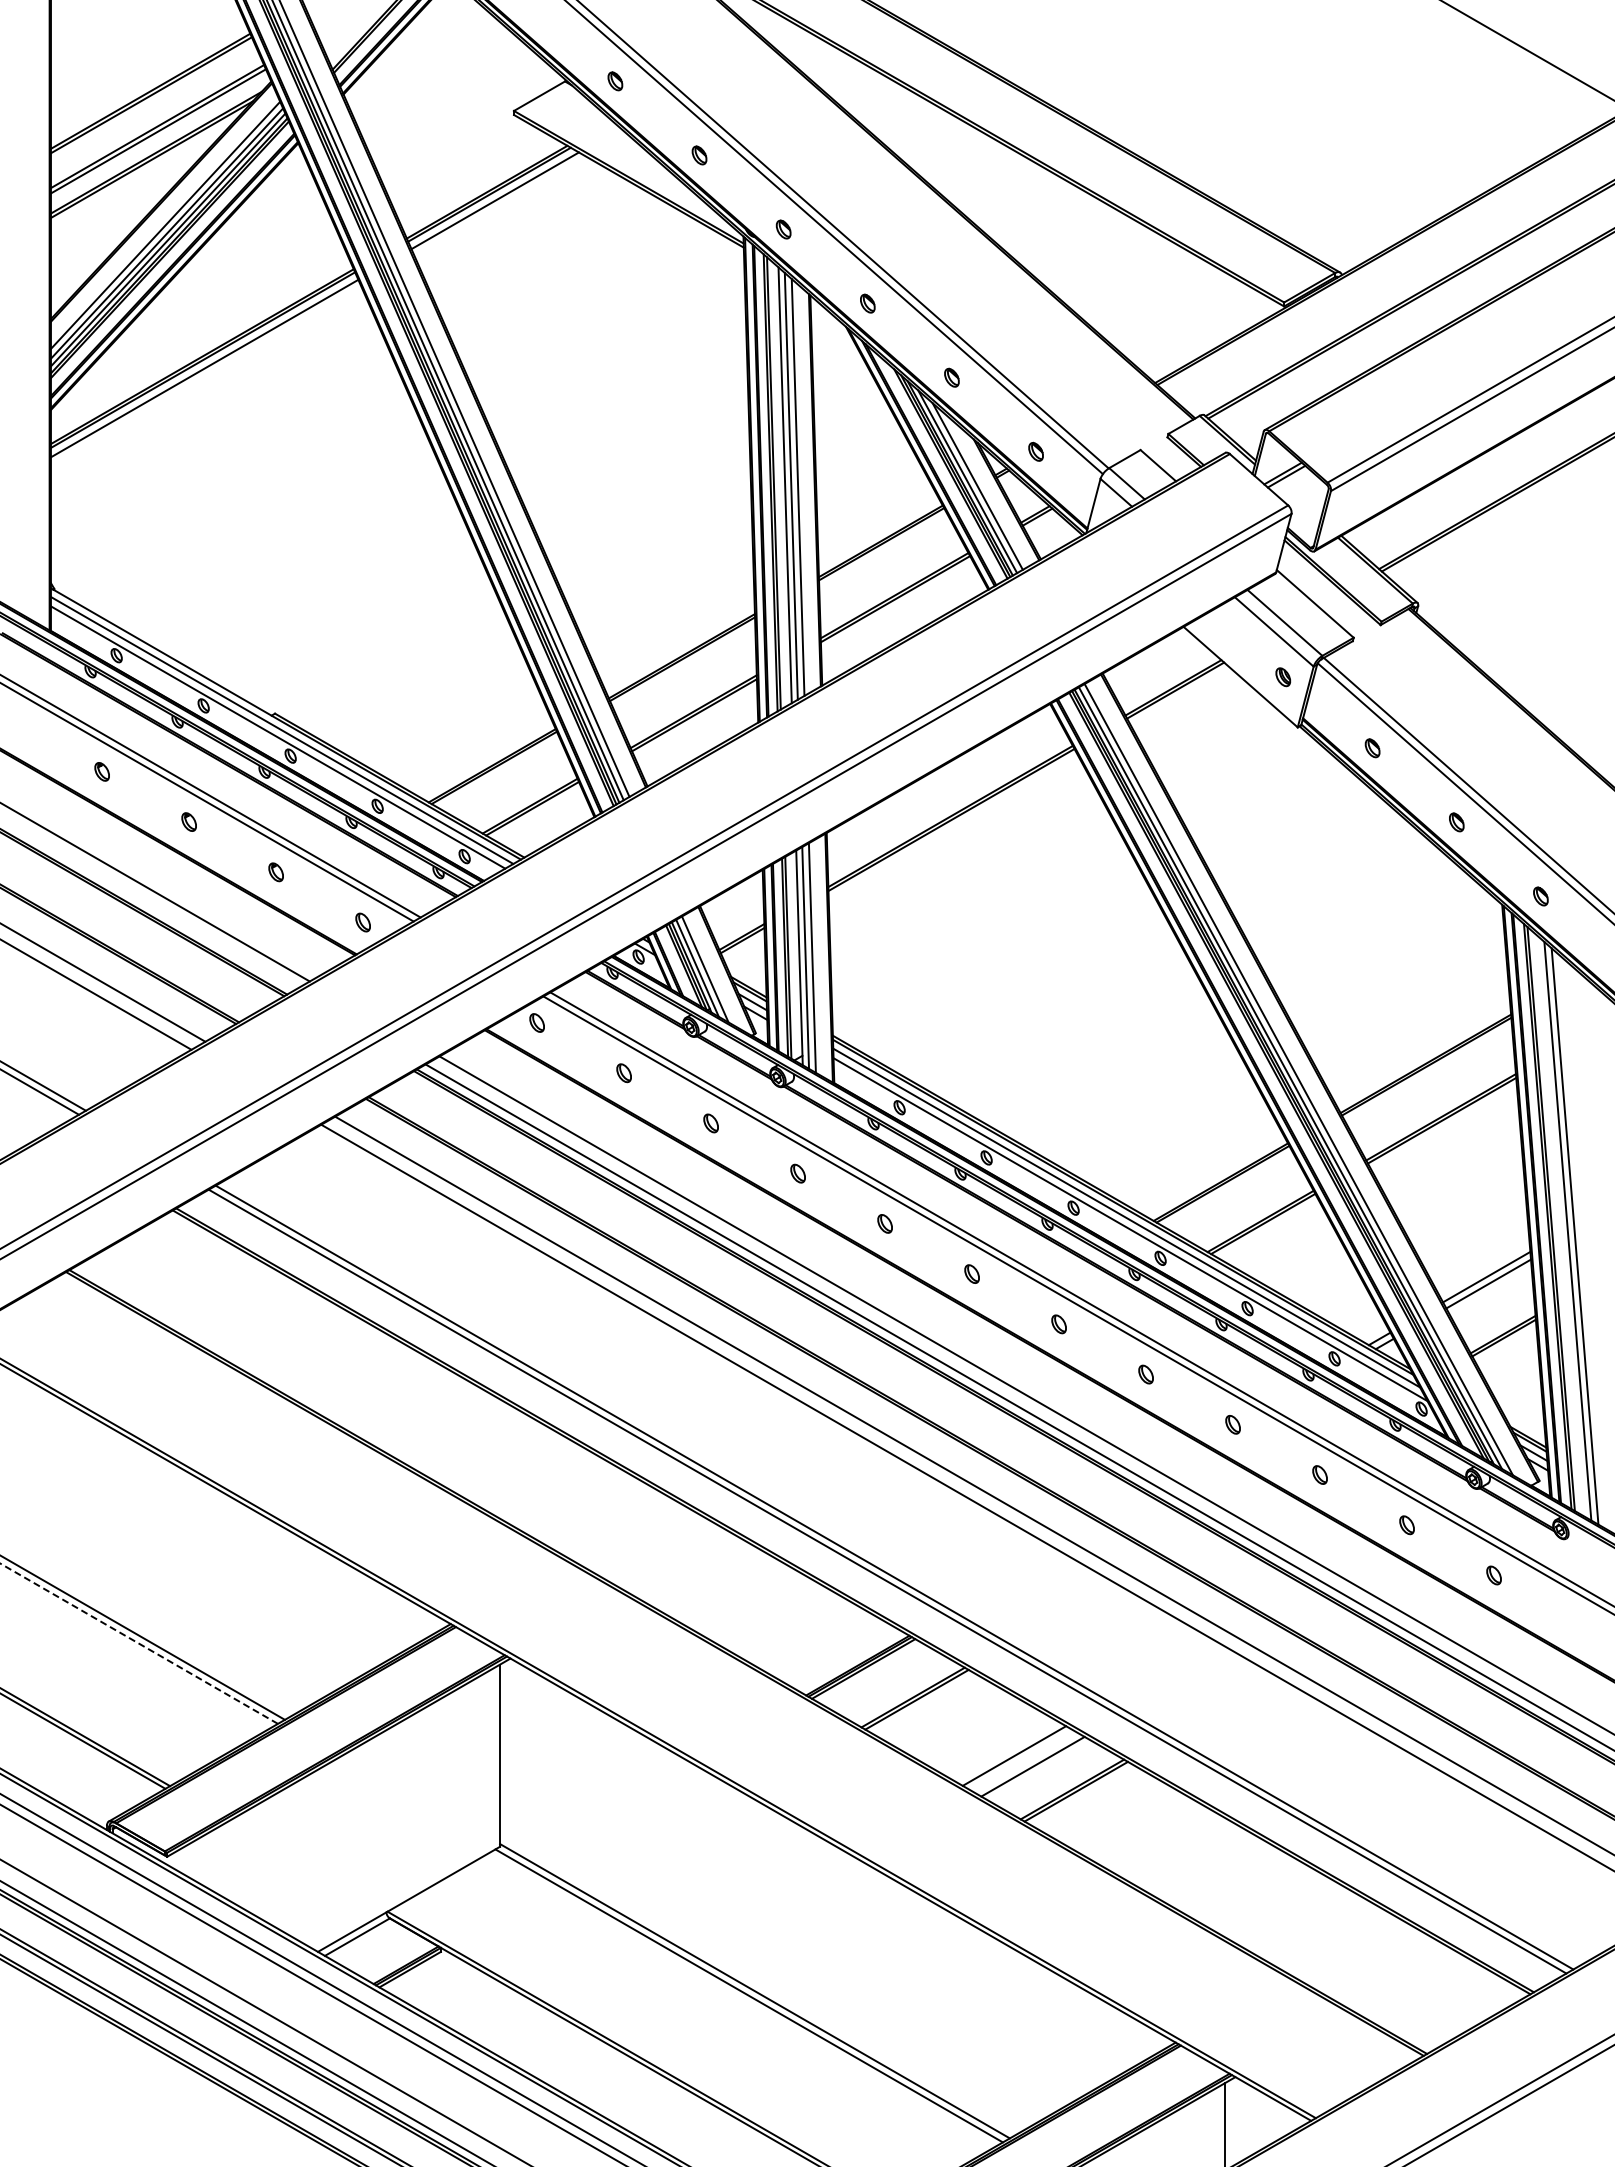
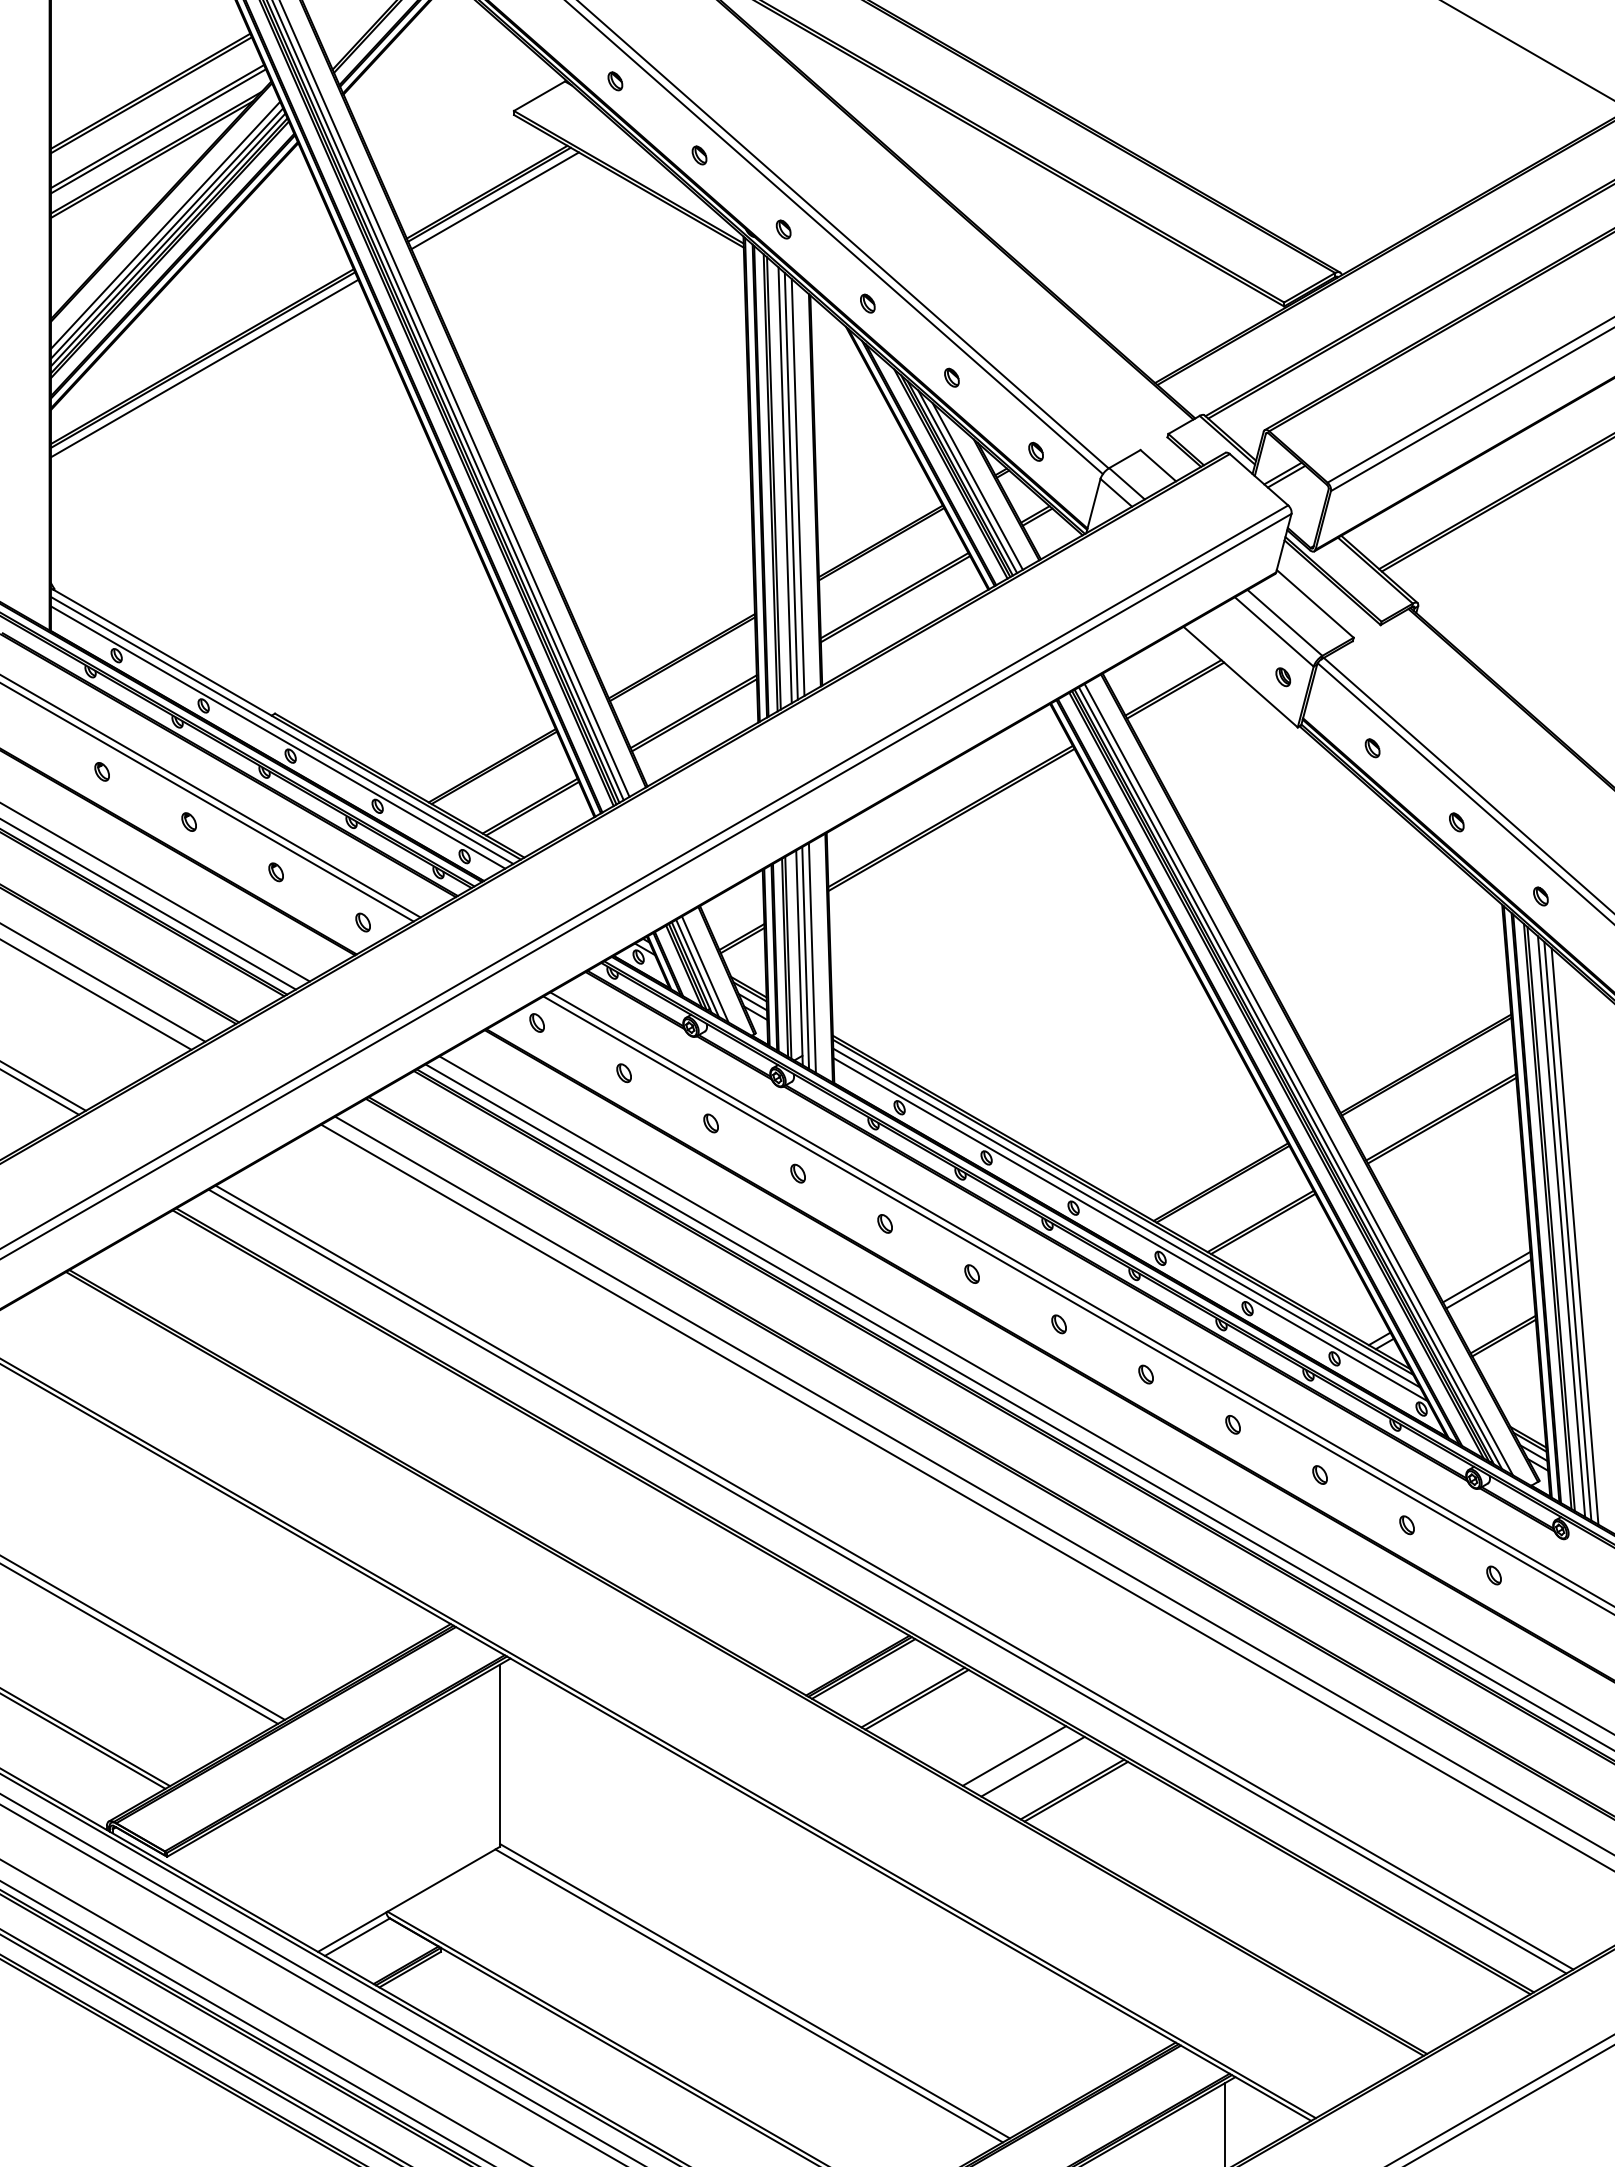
line at (148, 904): none -> present
line at (1561, 1226): none -> present
line at (138, 1643): dashed -> solid
